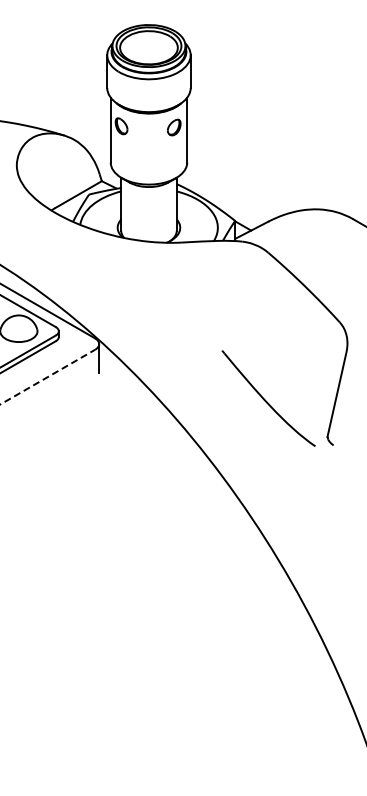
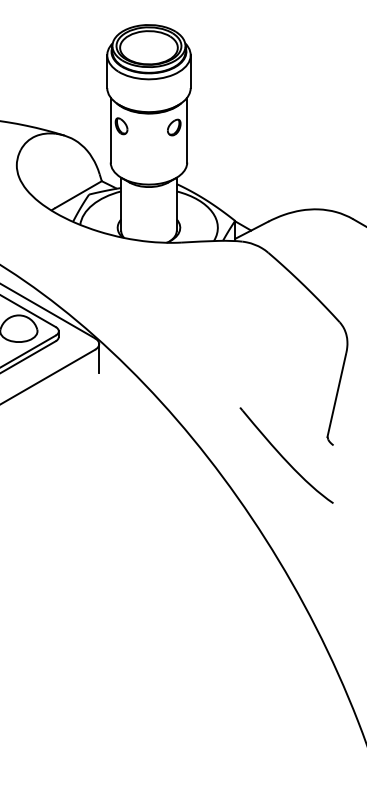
line at (47, 377): dashed -> solid
part at (268, 398) position: (268, 398) -> (286, 455)
